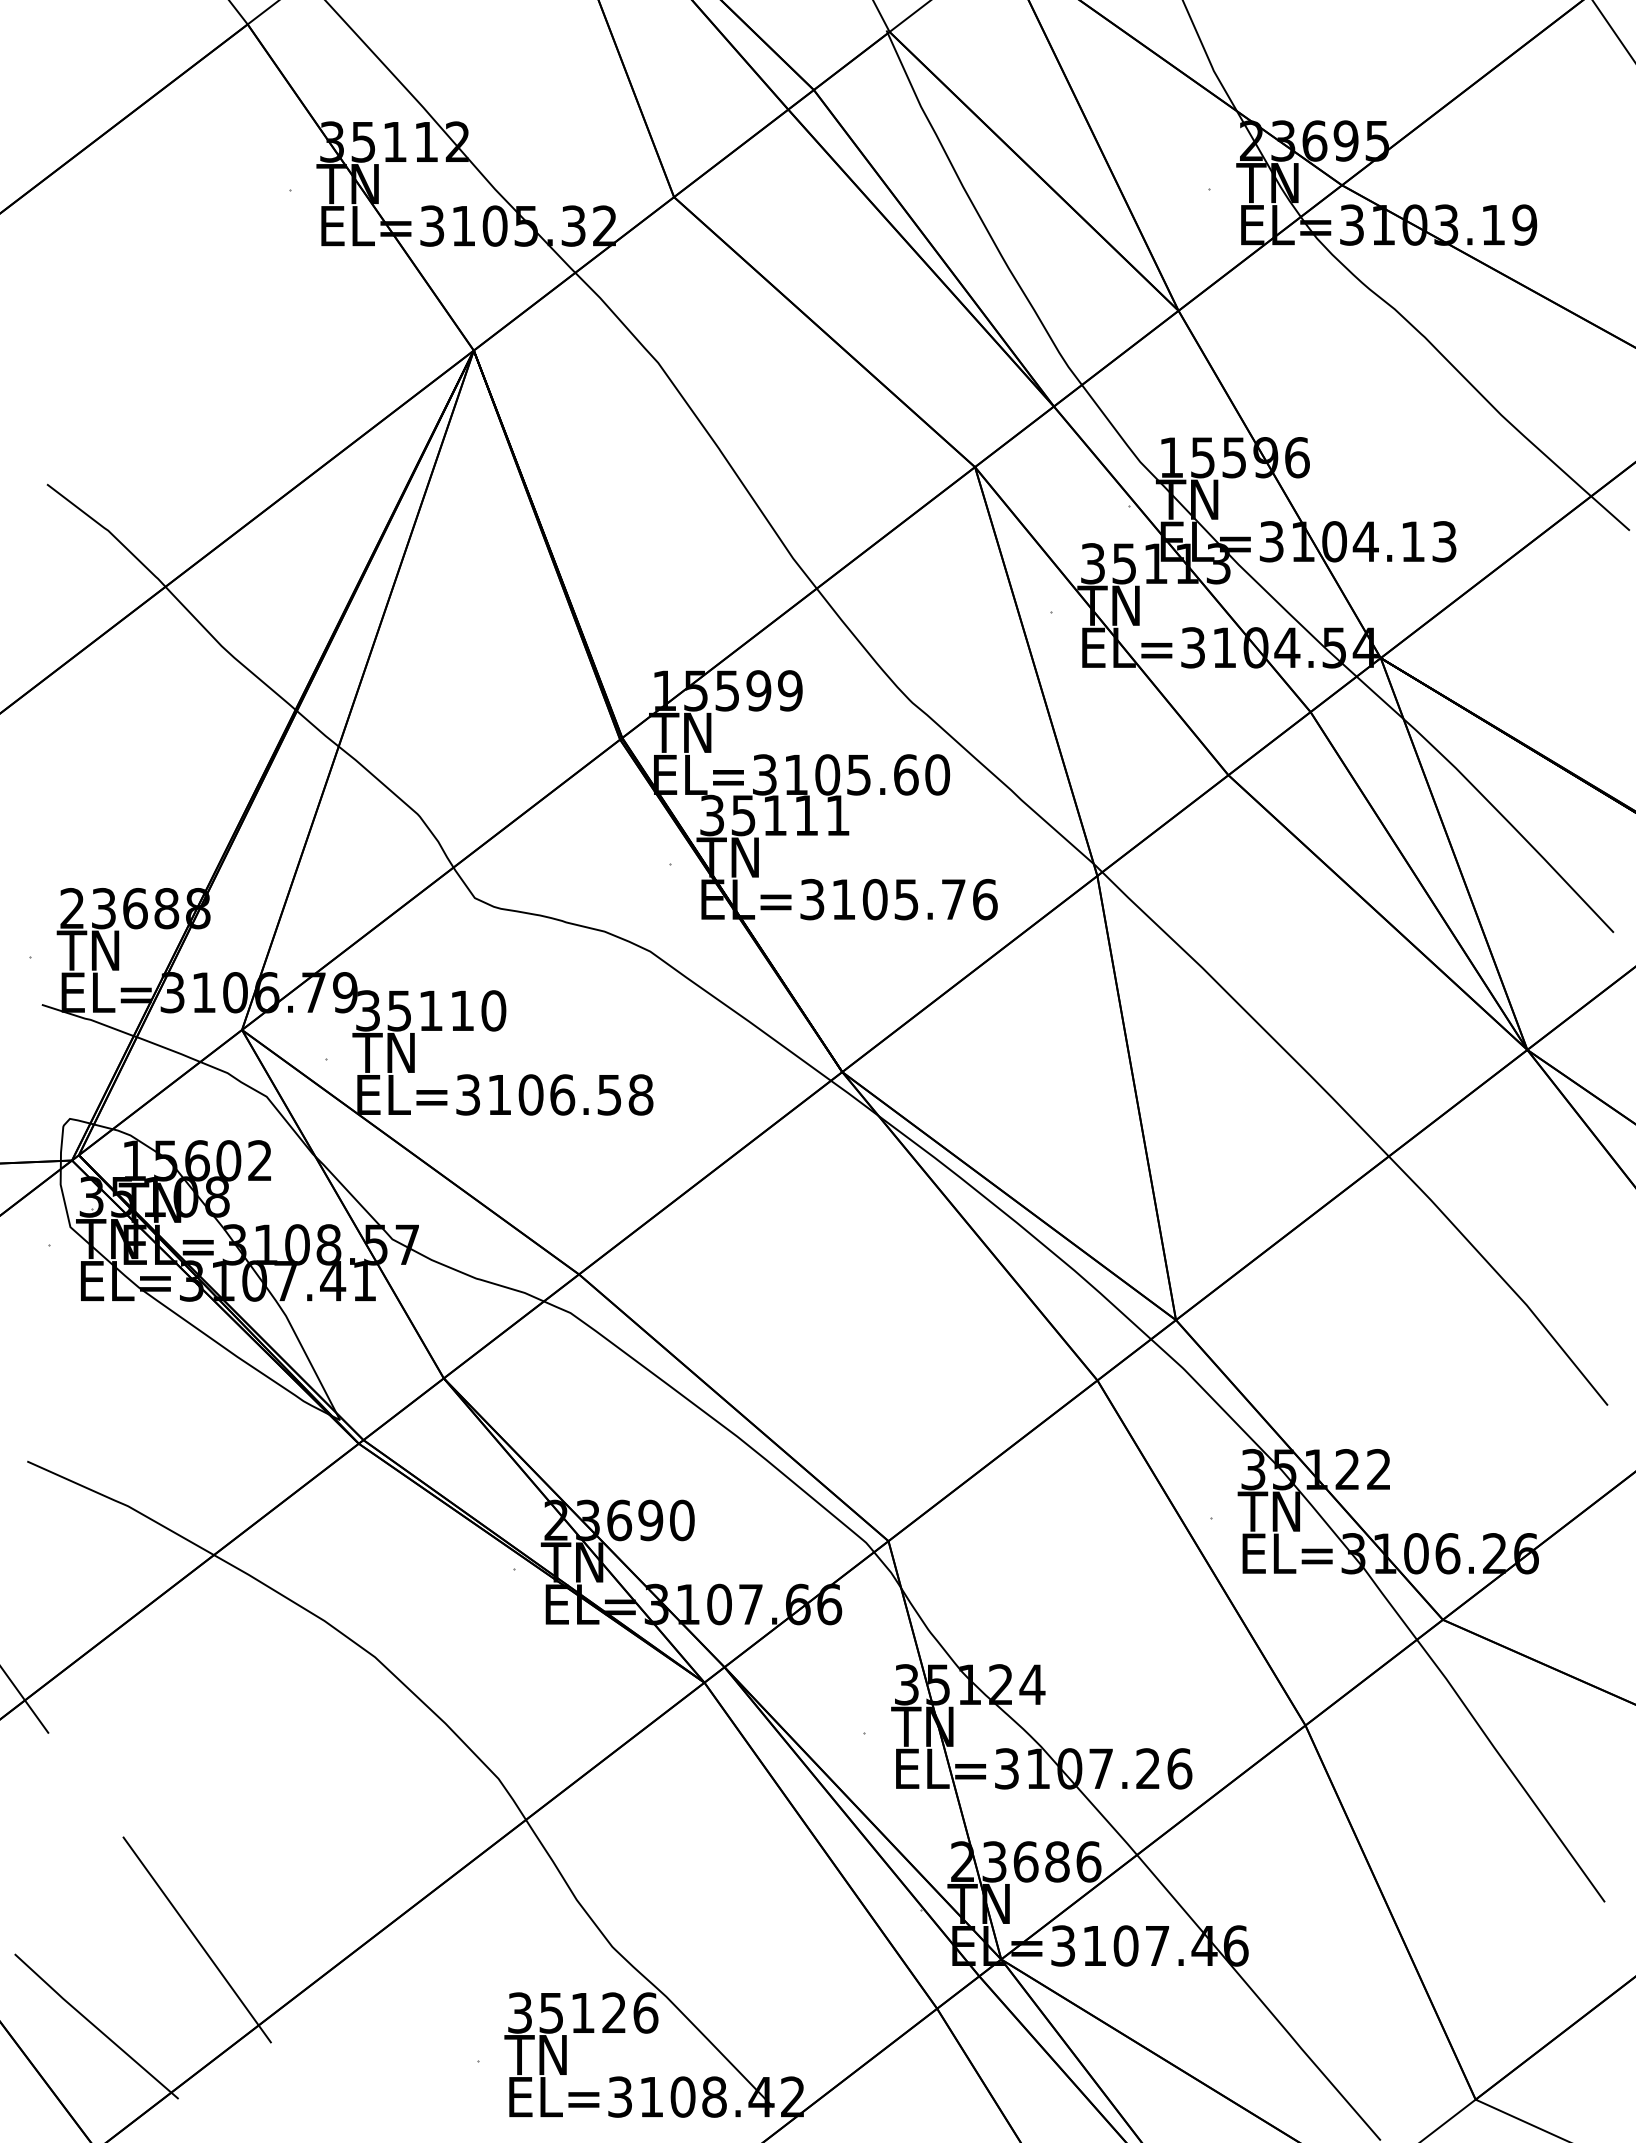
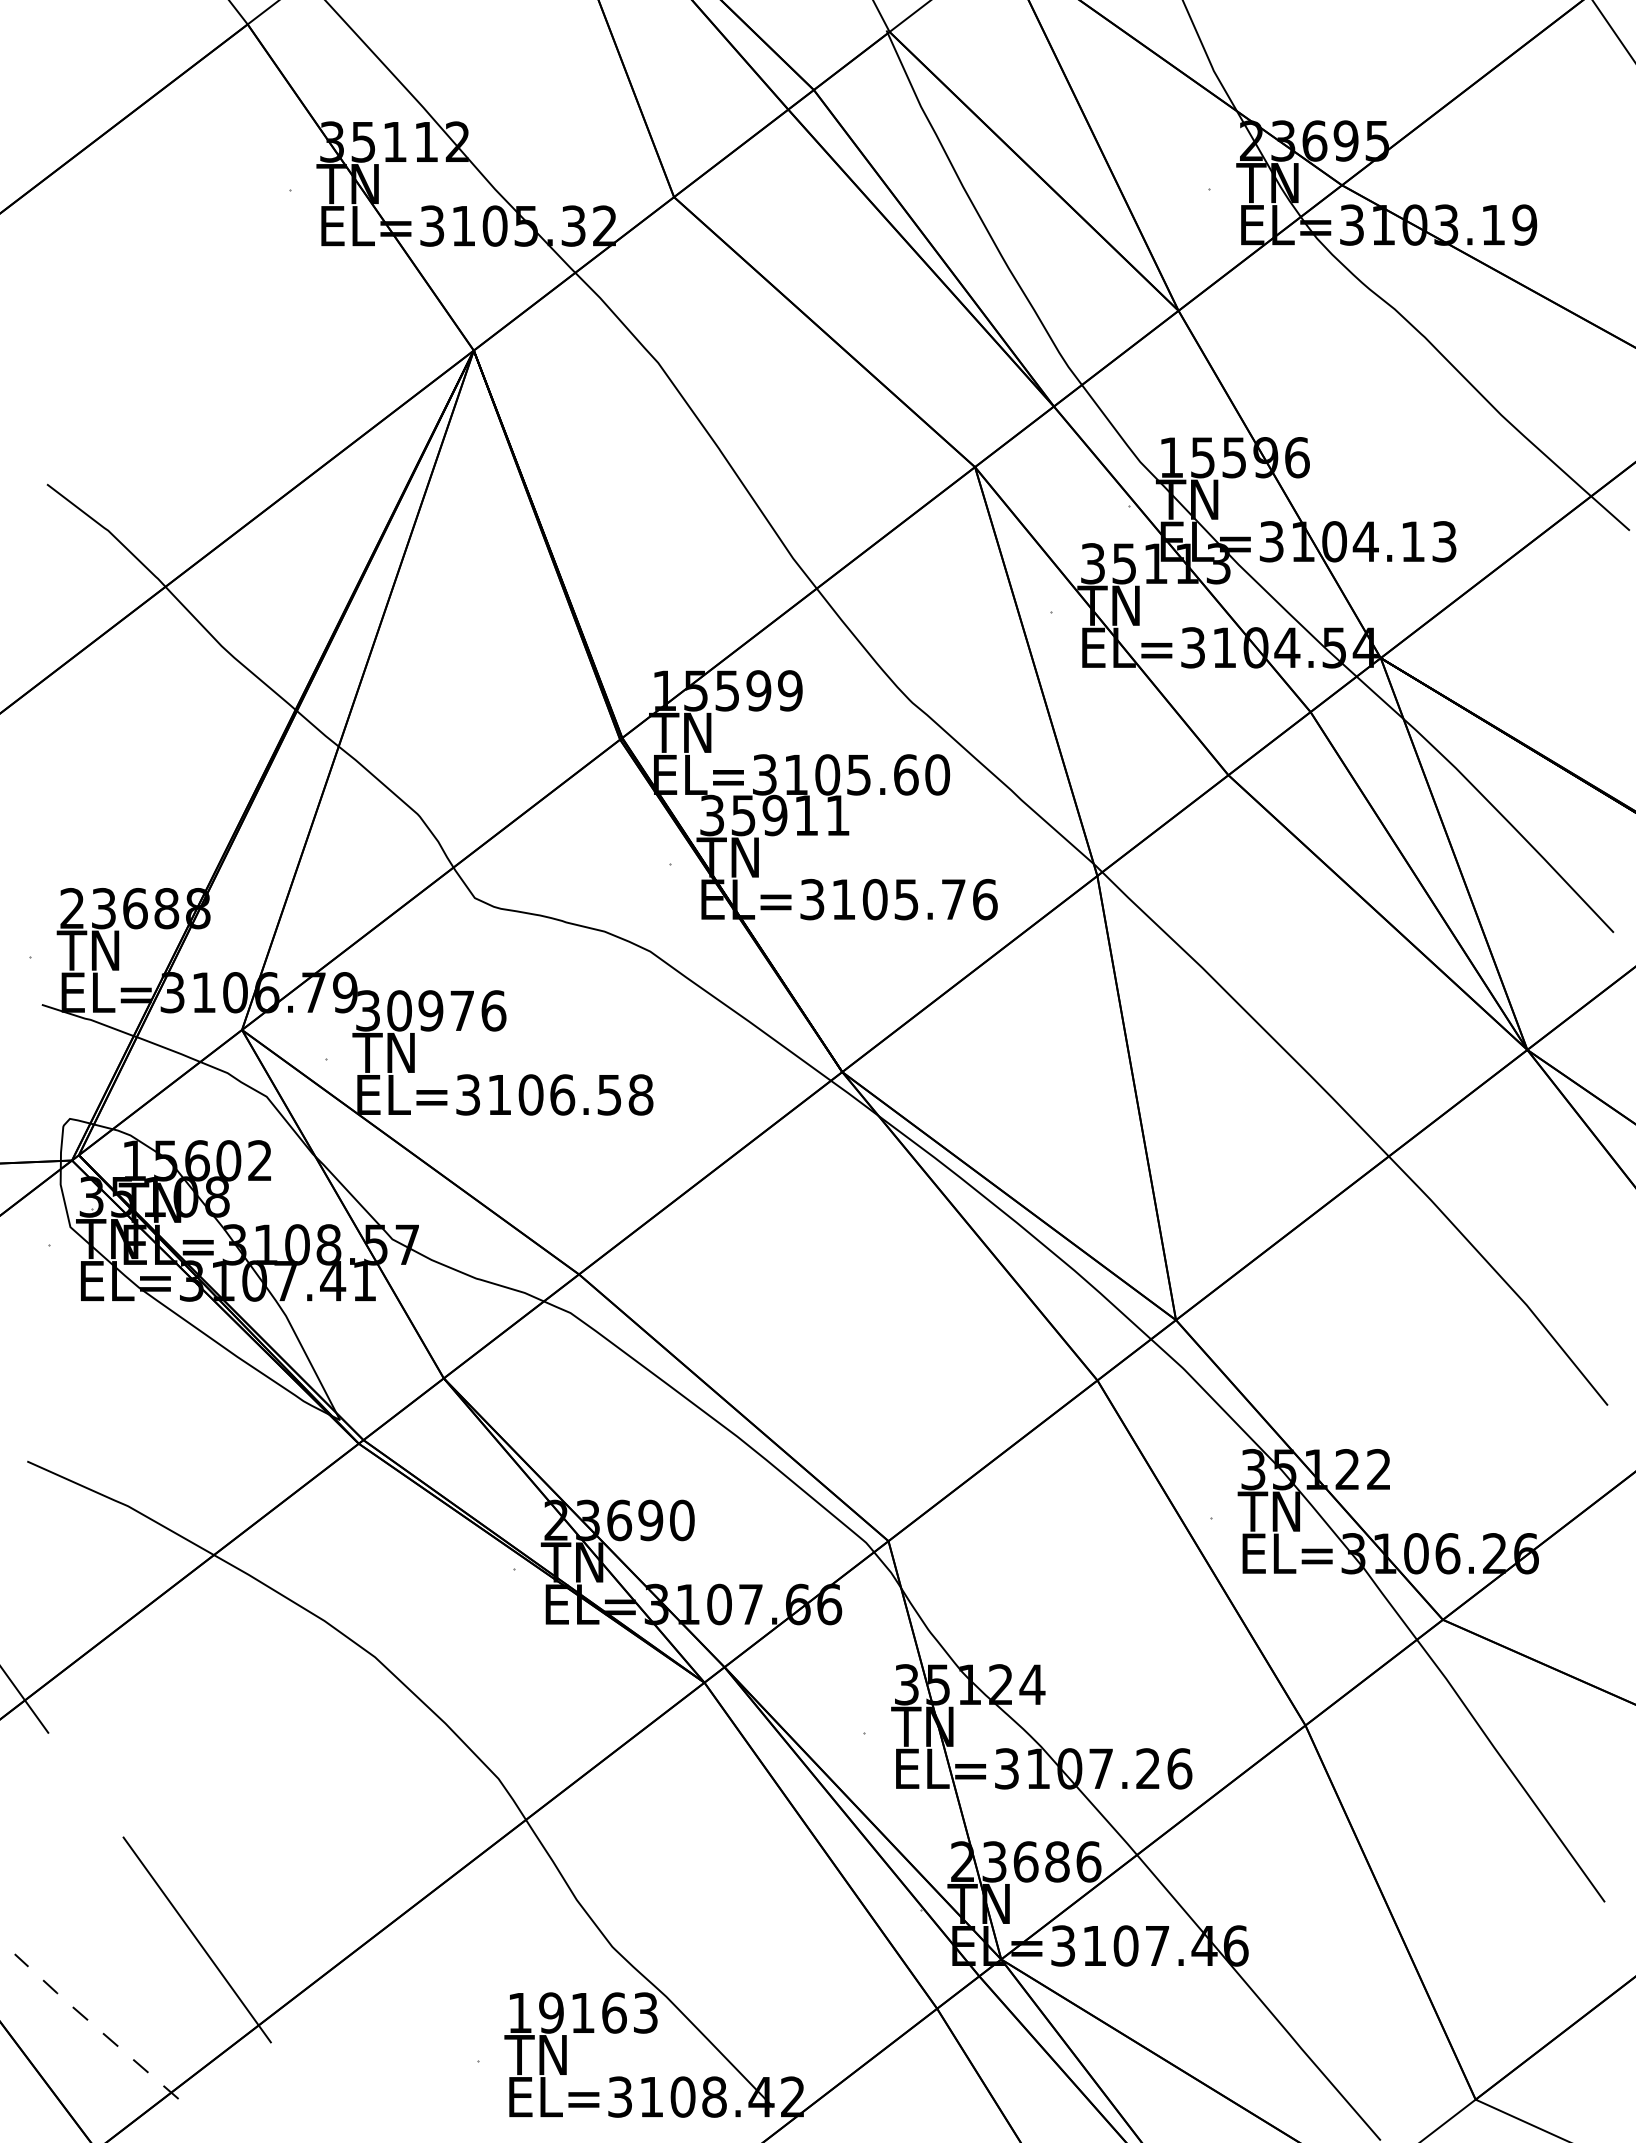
text at (774, 815): 35111 -> 35911
text at (446, 1010): 35110 -> 30976
text at (583, 2012): 35126 -> 19163
line at (95, 2026): solid -> dashed
